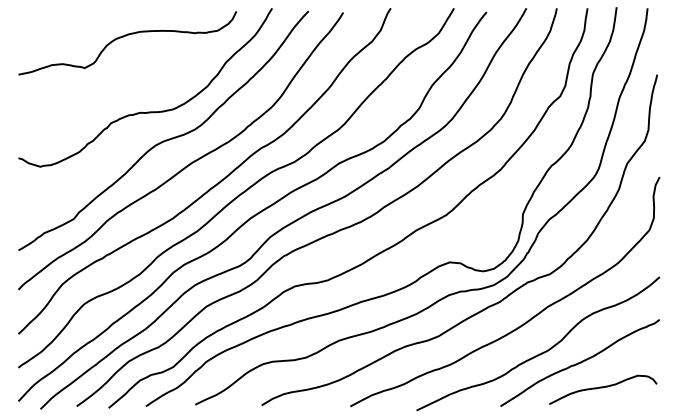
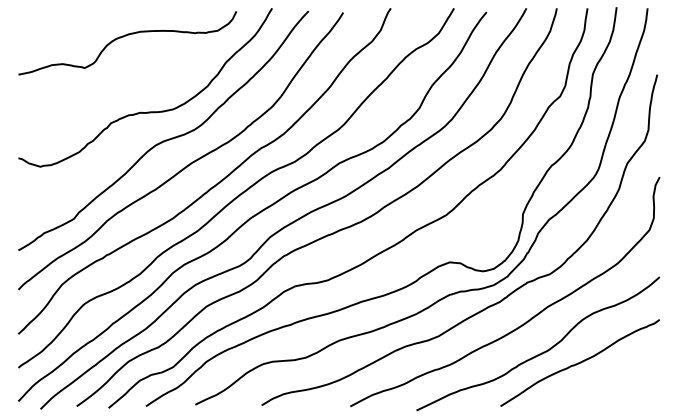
curve at (602, 388): present -> none
